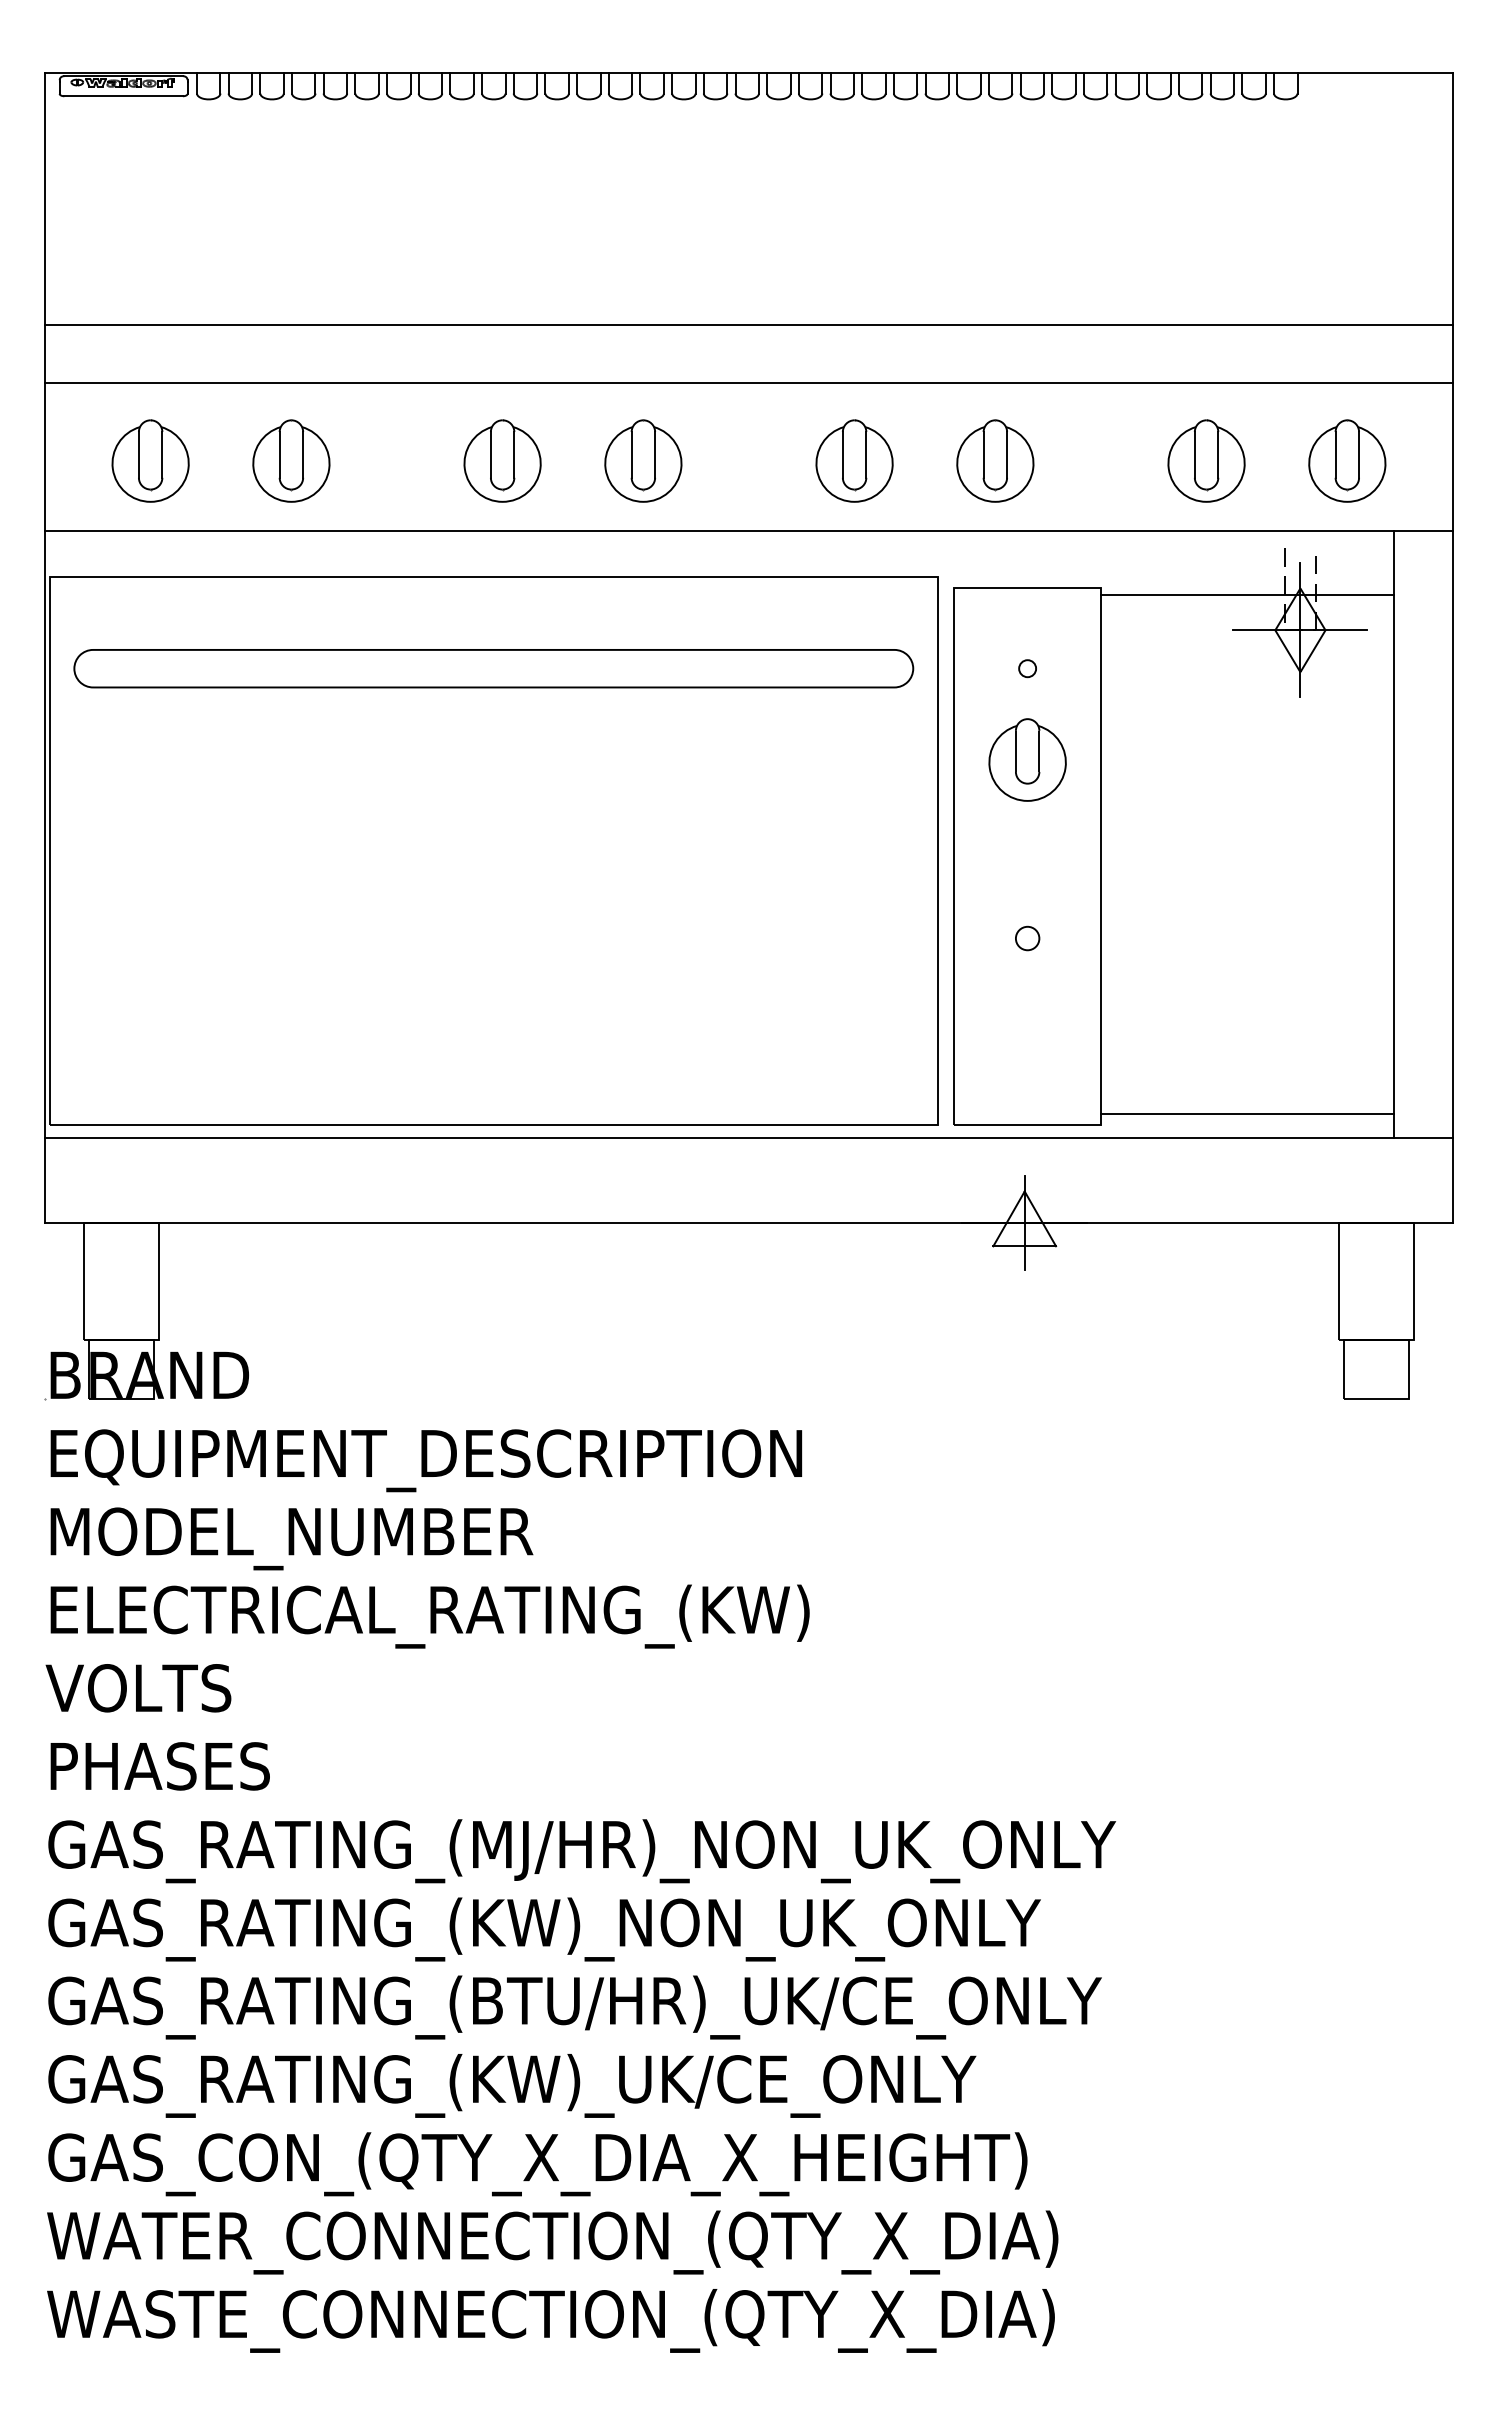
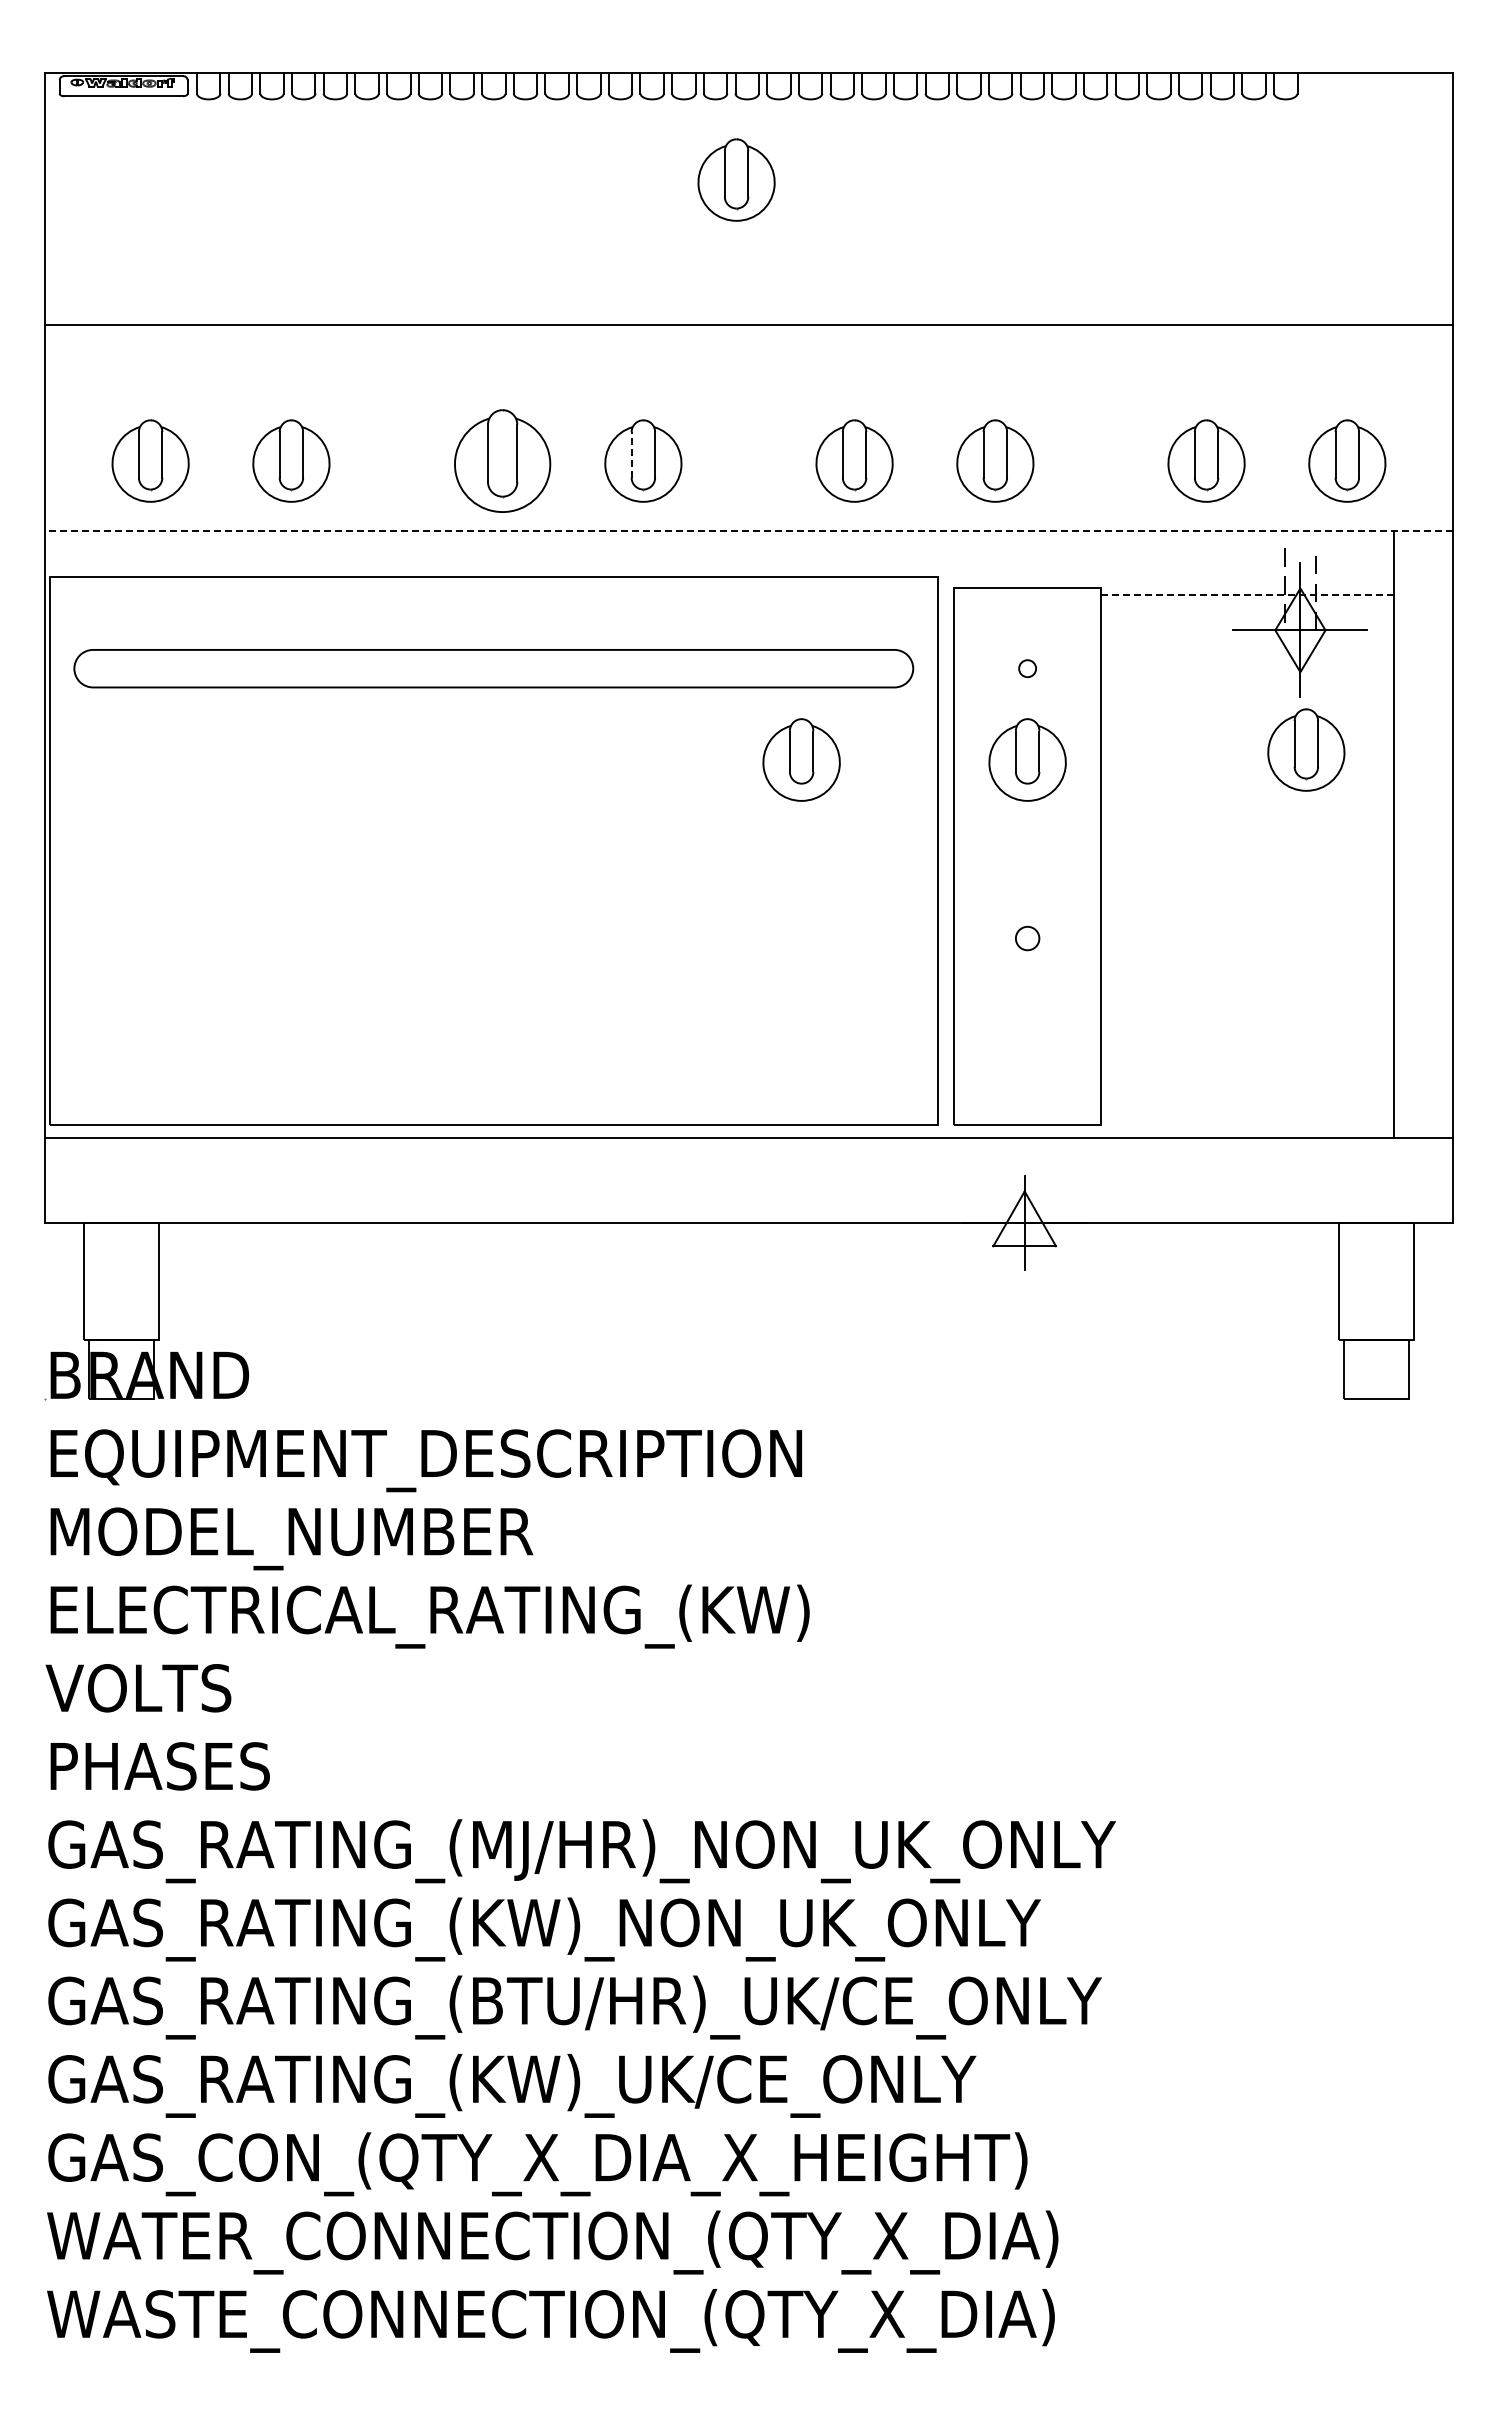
part at (736, 179): none -> present
line at (748, 382): present -> none
line at (631, 454): solid -> dashed
part at (502, 460) size: 79x84 px -> 98x104 px
line at (749, 530): solid -> dashed
line at (1247, 595): solid -> dashed
part at (1306, 749): none -> present
part at (801, 759): none -> present
line at (1247, 1114): present -> none
